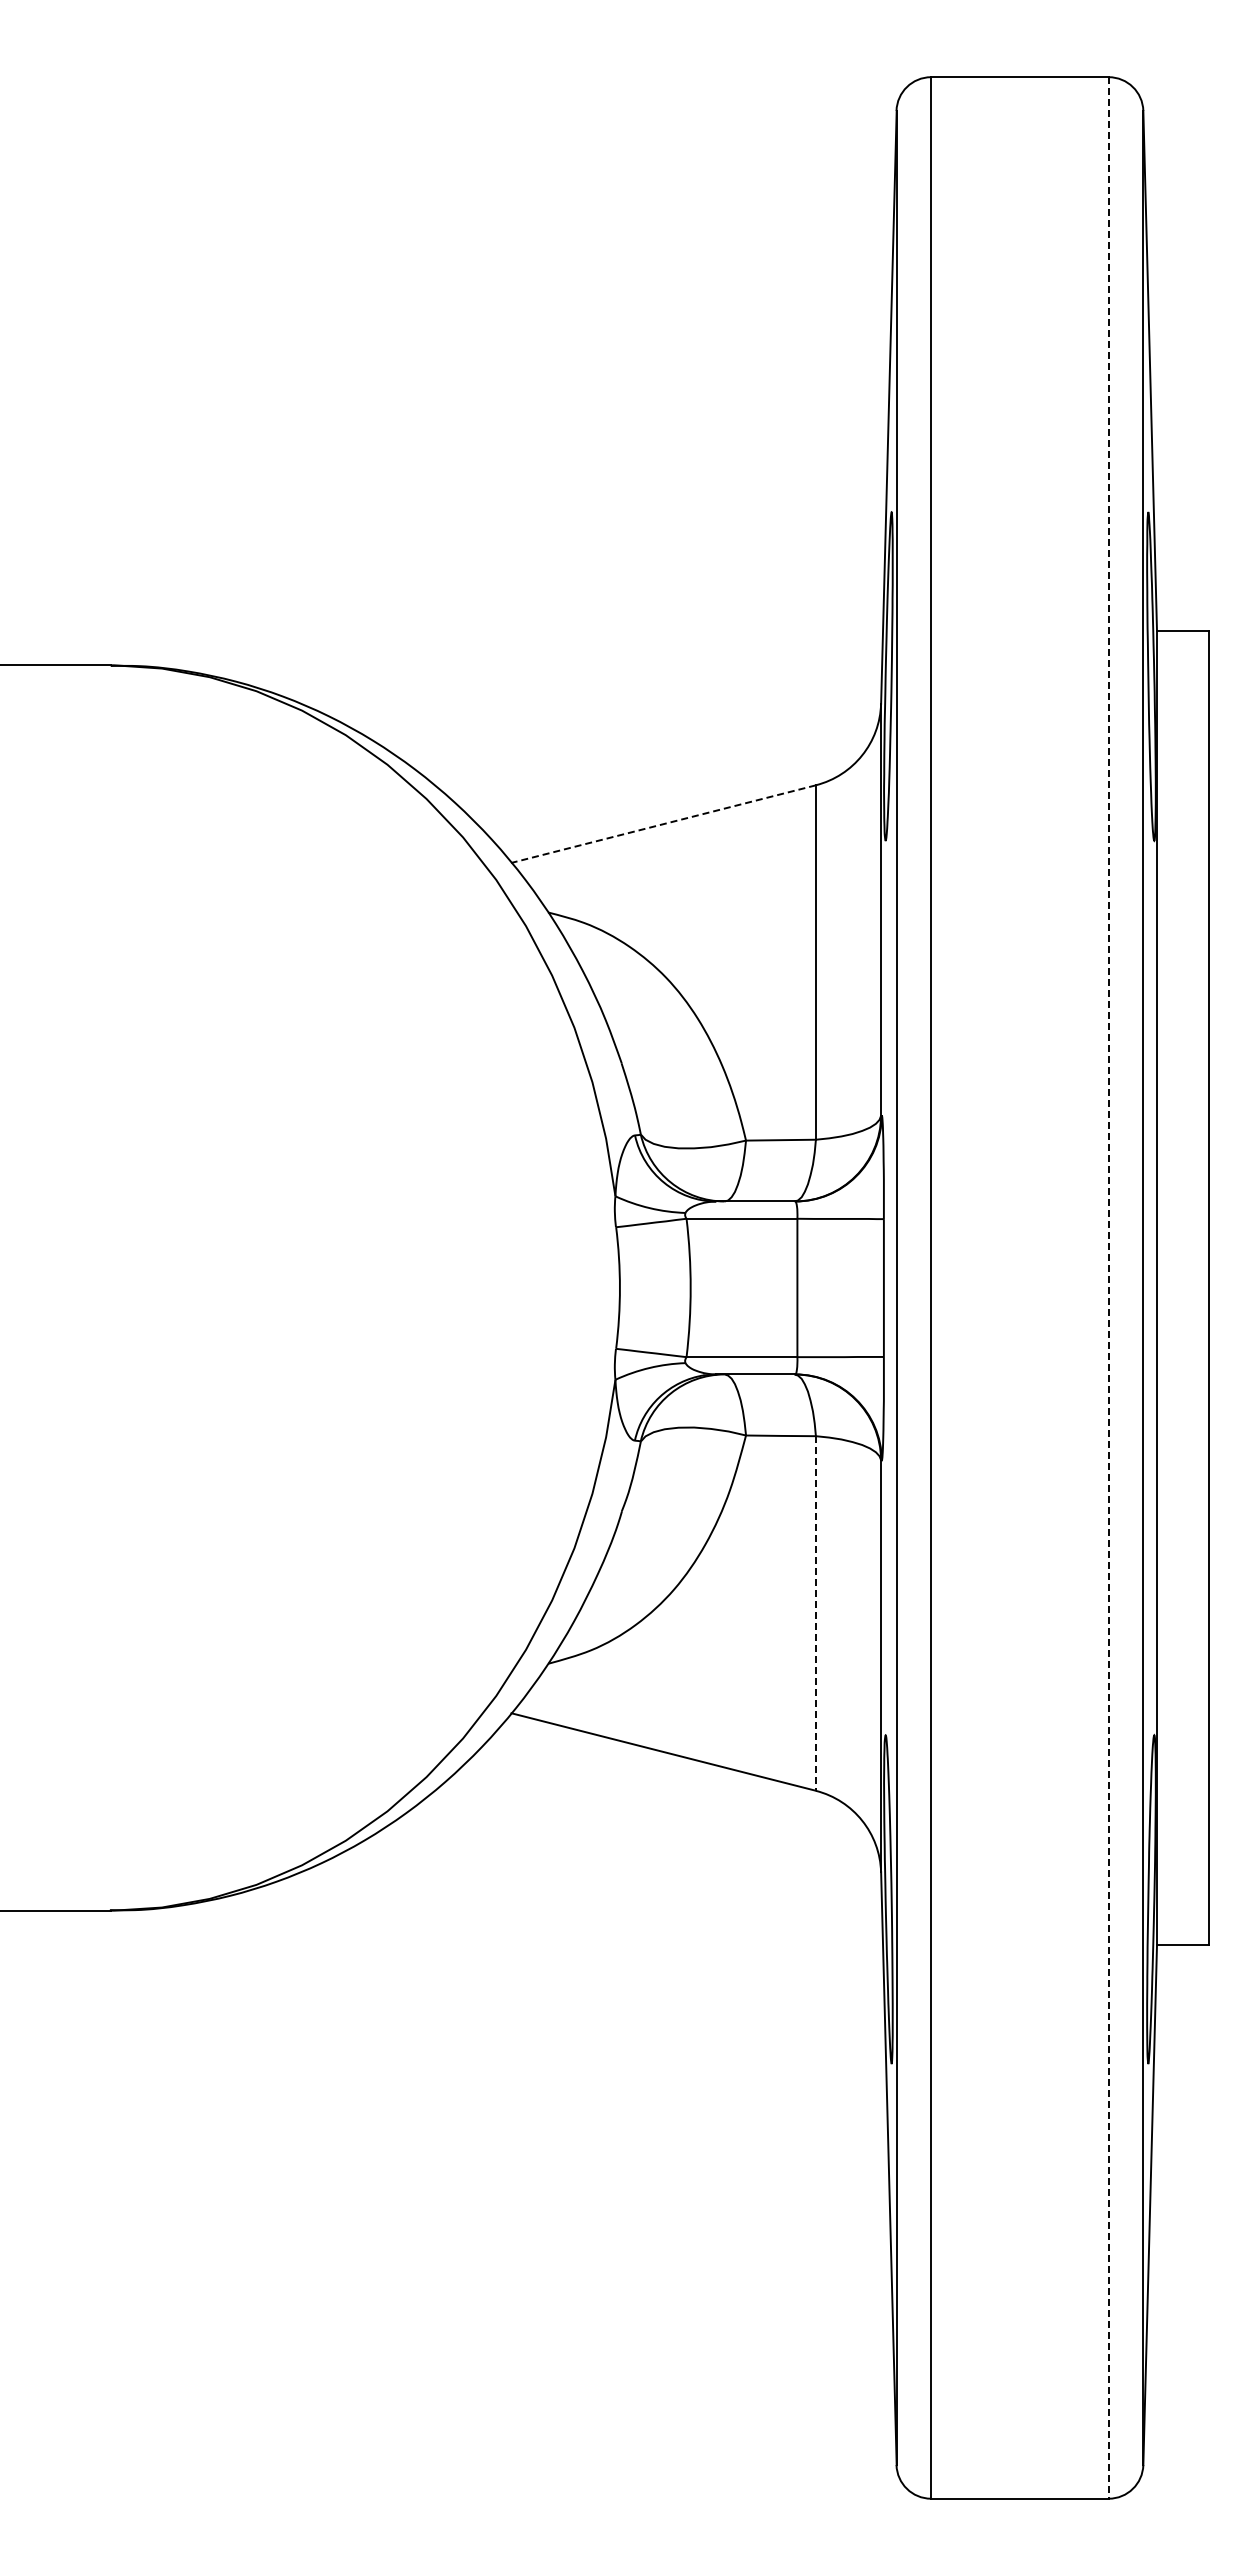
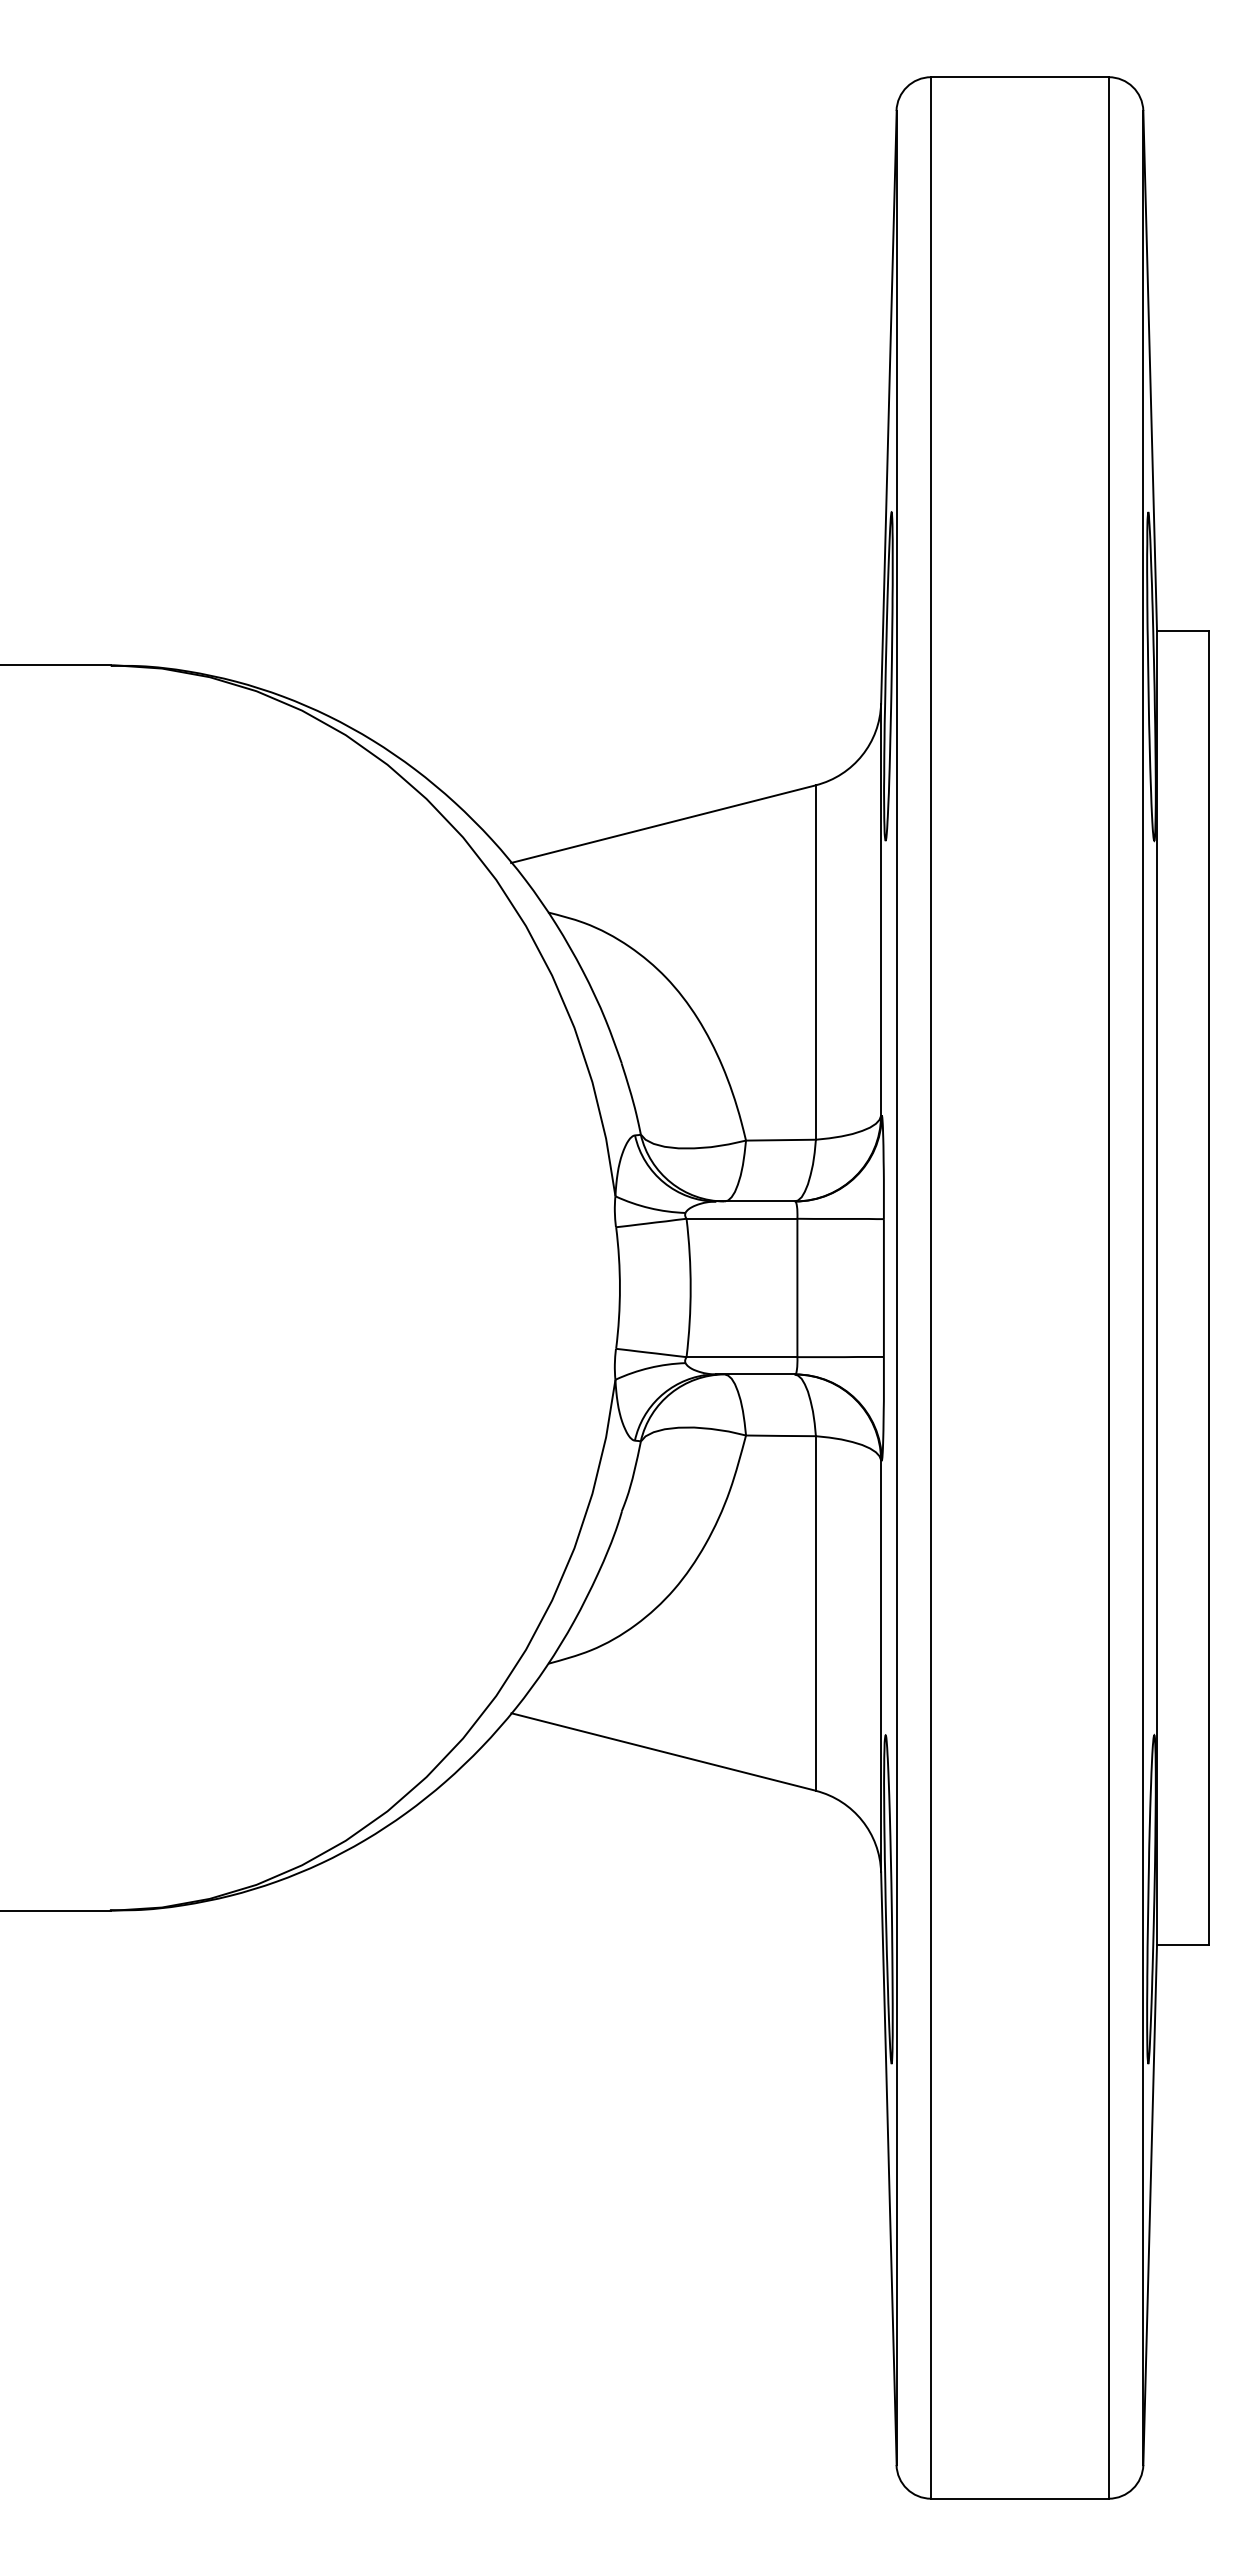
line at (663, 824): dashed -> solid
line at (1108, 1287): dashed -> solid
line at (815, 1613): dashed -> solid
